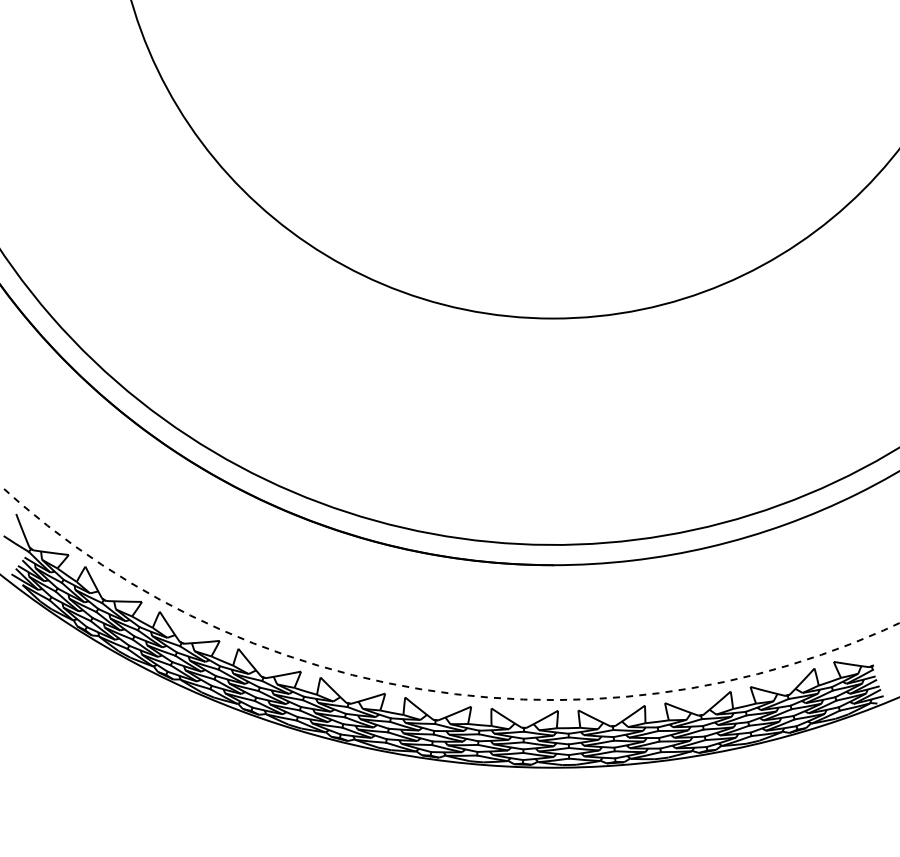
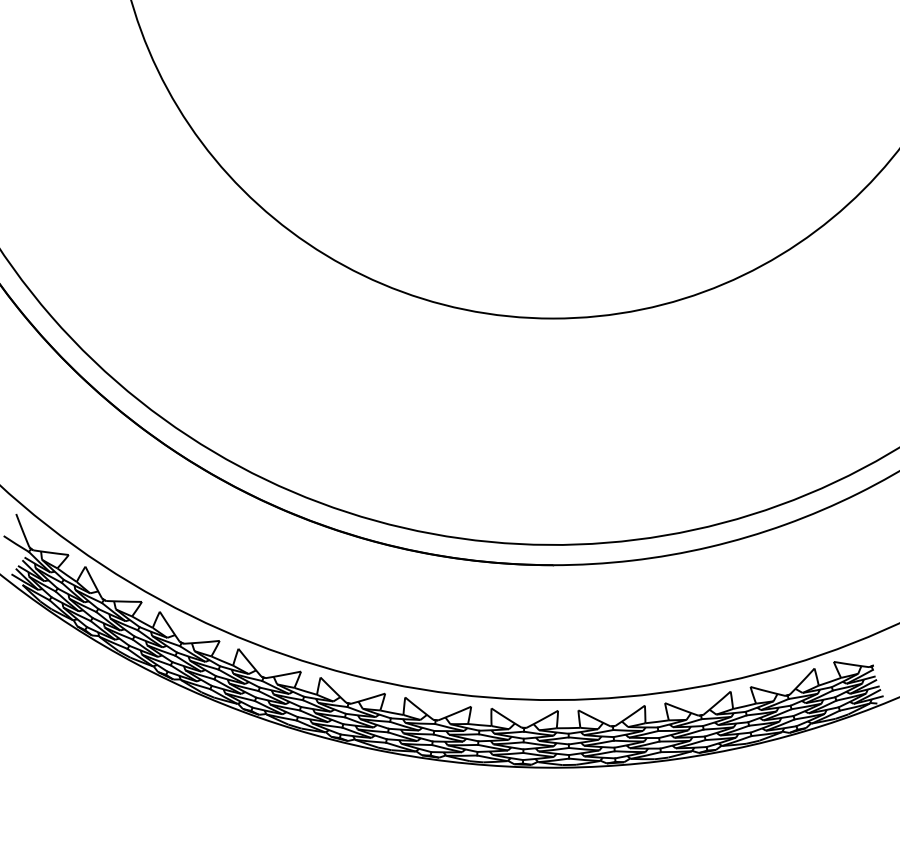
arc at (428, 690): dashed -> solid
